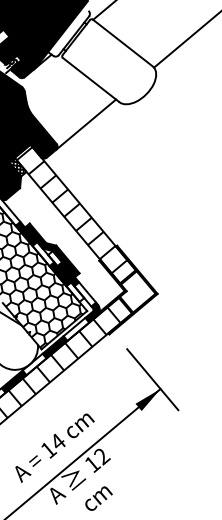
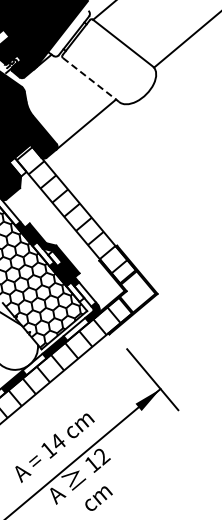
line at (91, 80): solid -> dashed
hatch at (17, 166): present -> none
